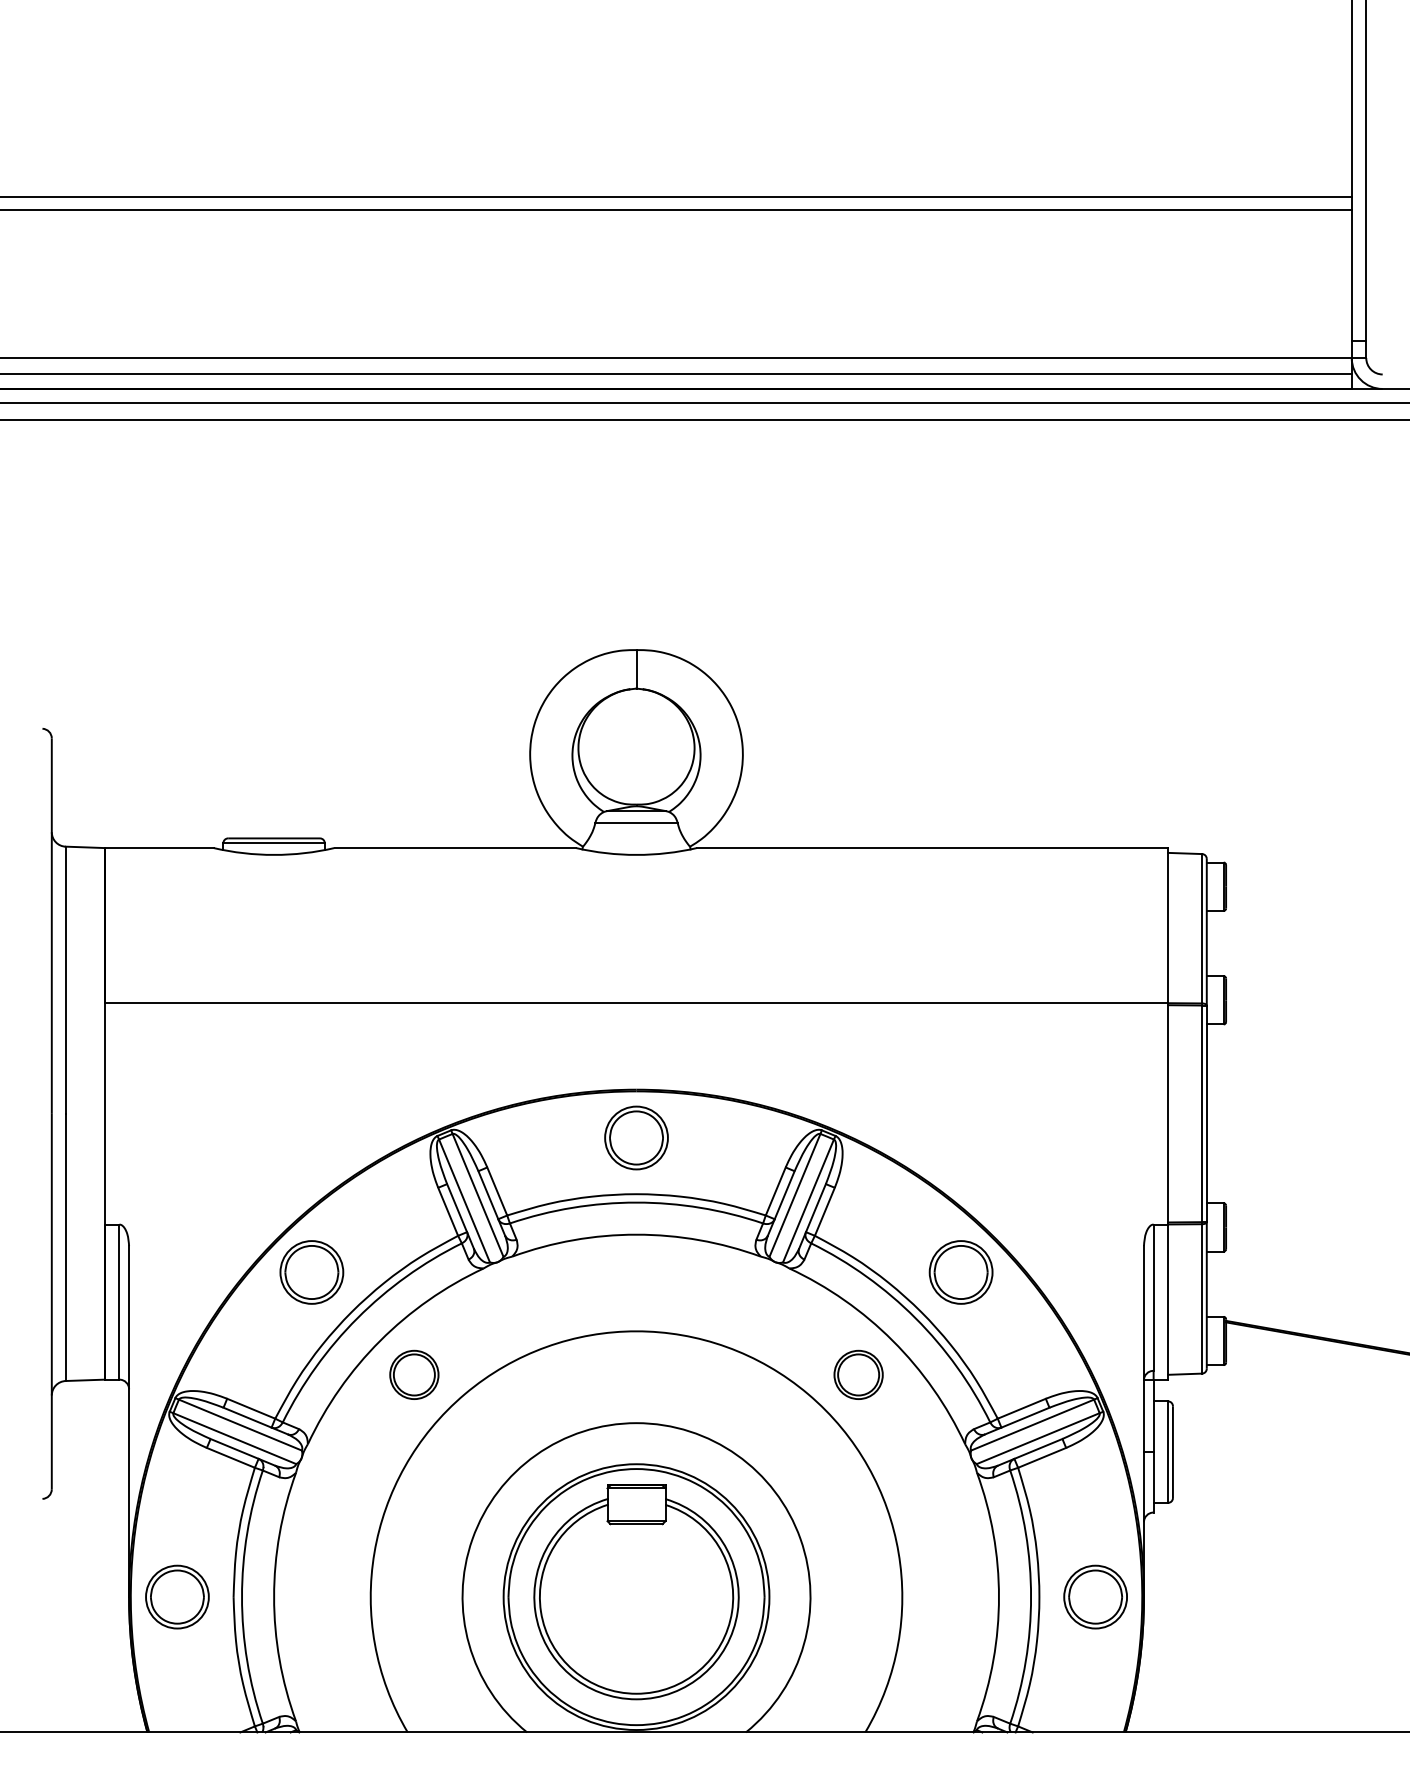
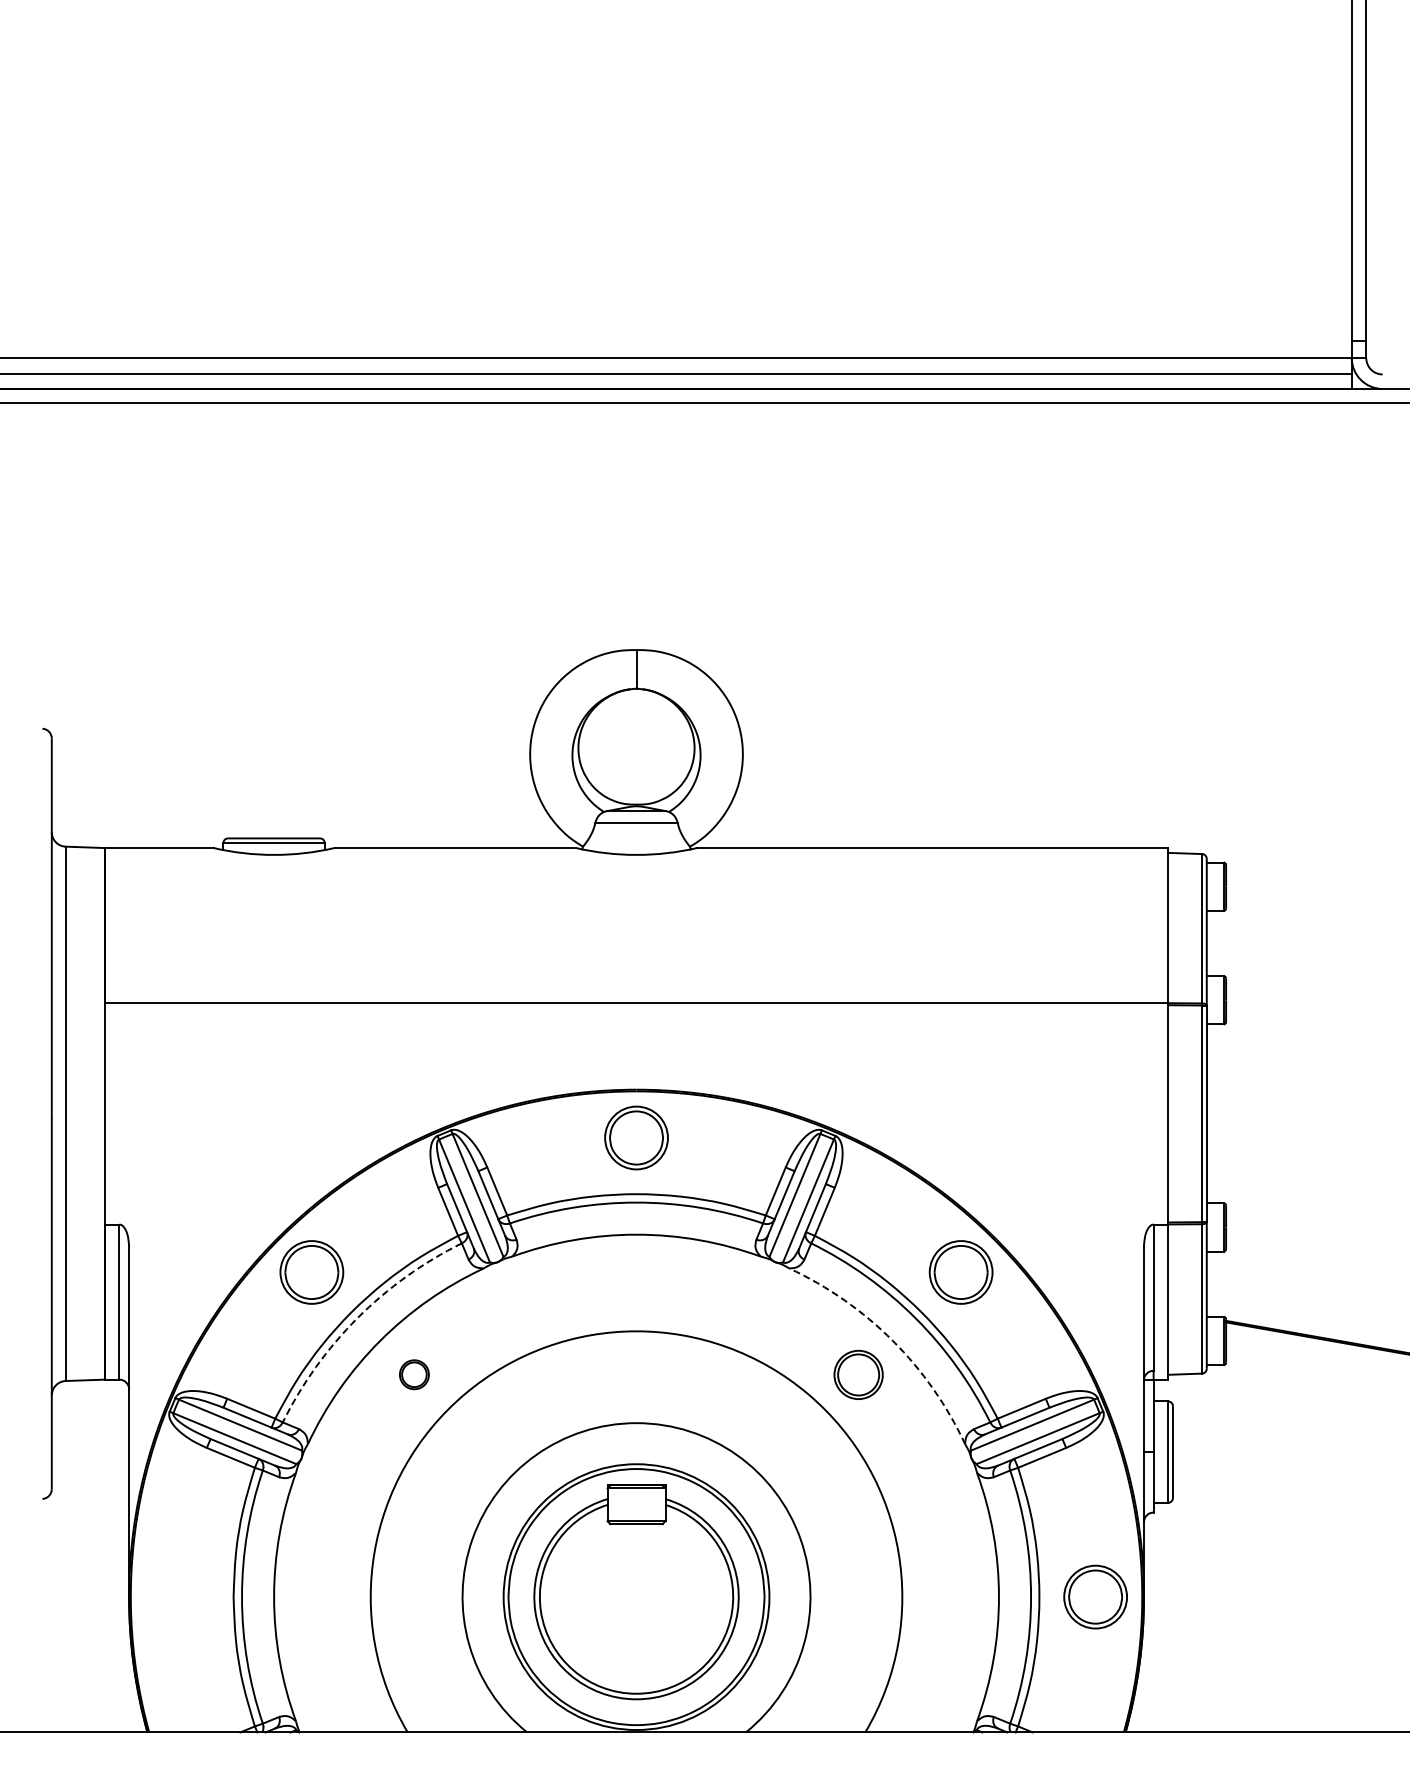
line at (676, 197): present -> none
line at (676, 209): present -> none
line at (704, 419): present -> none
arc at (357, 1318): solid -> dashed
arc at (892, 1340): solid -> dashed
part at (414, 1374) size: 51x51 px -> 31x32 px
part at (177, 1596): present -> none
